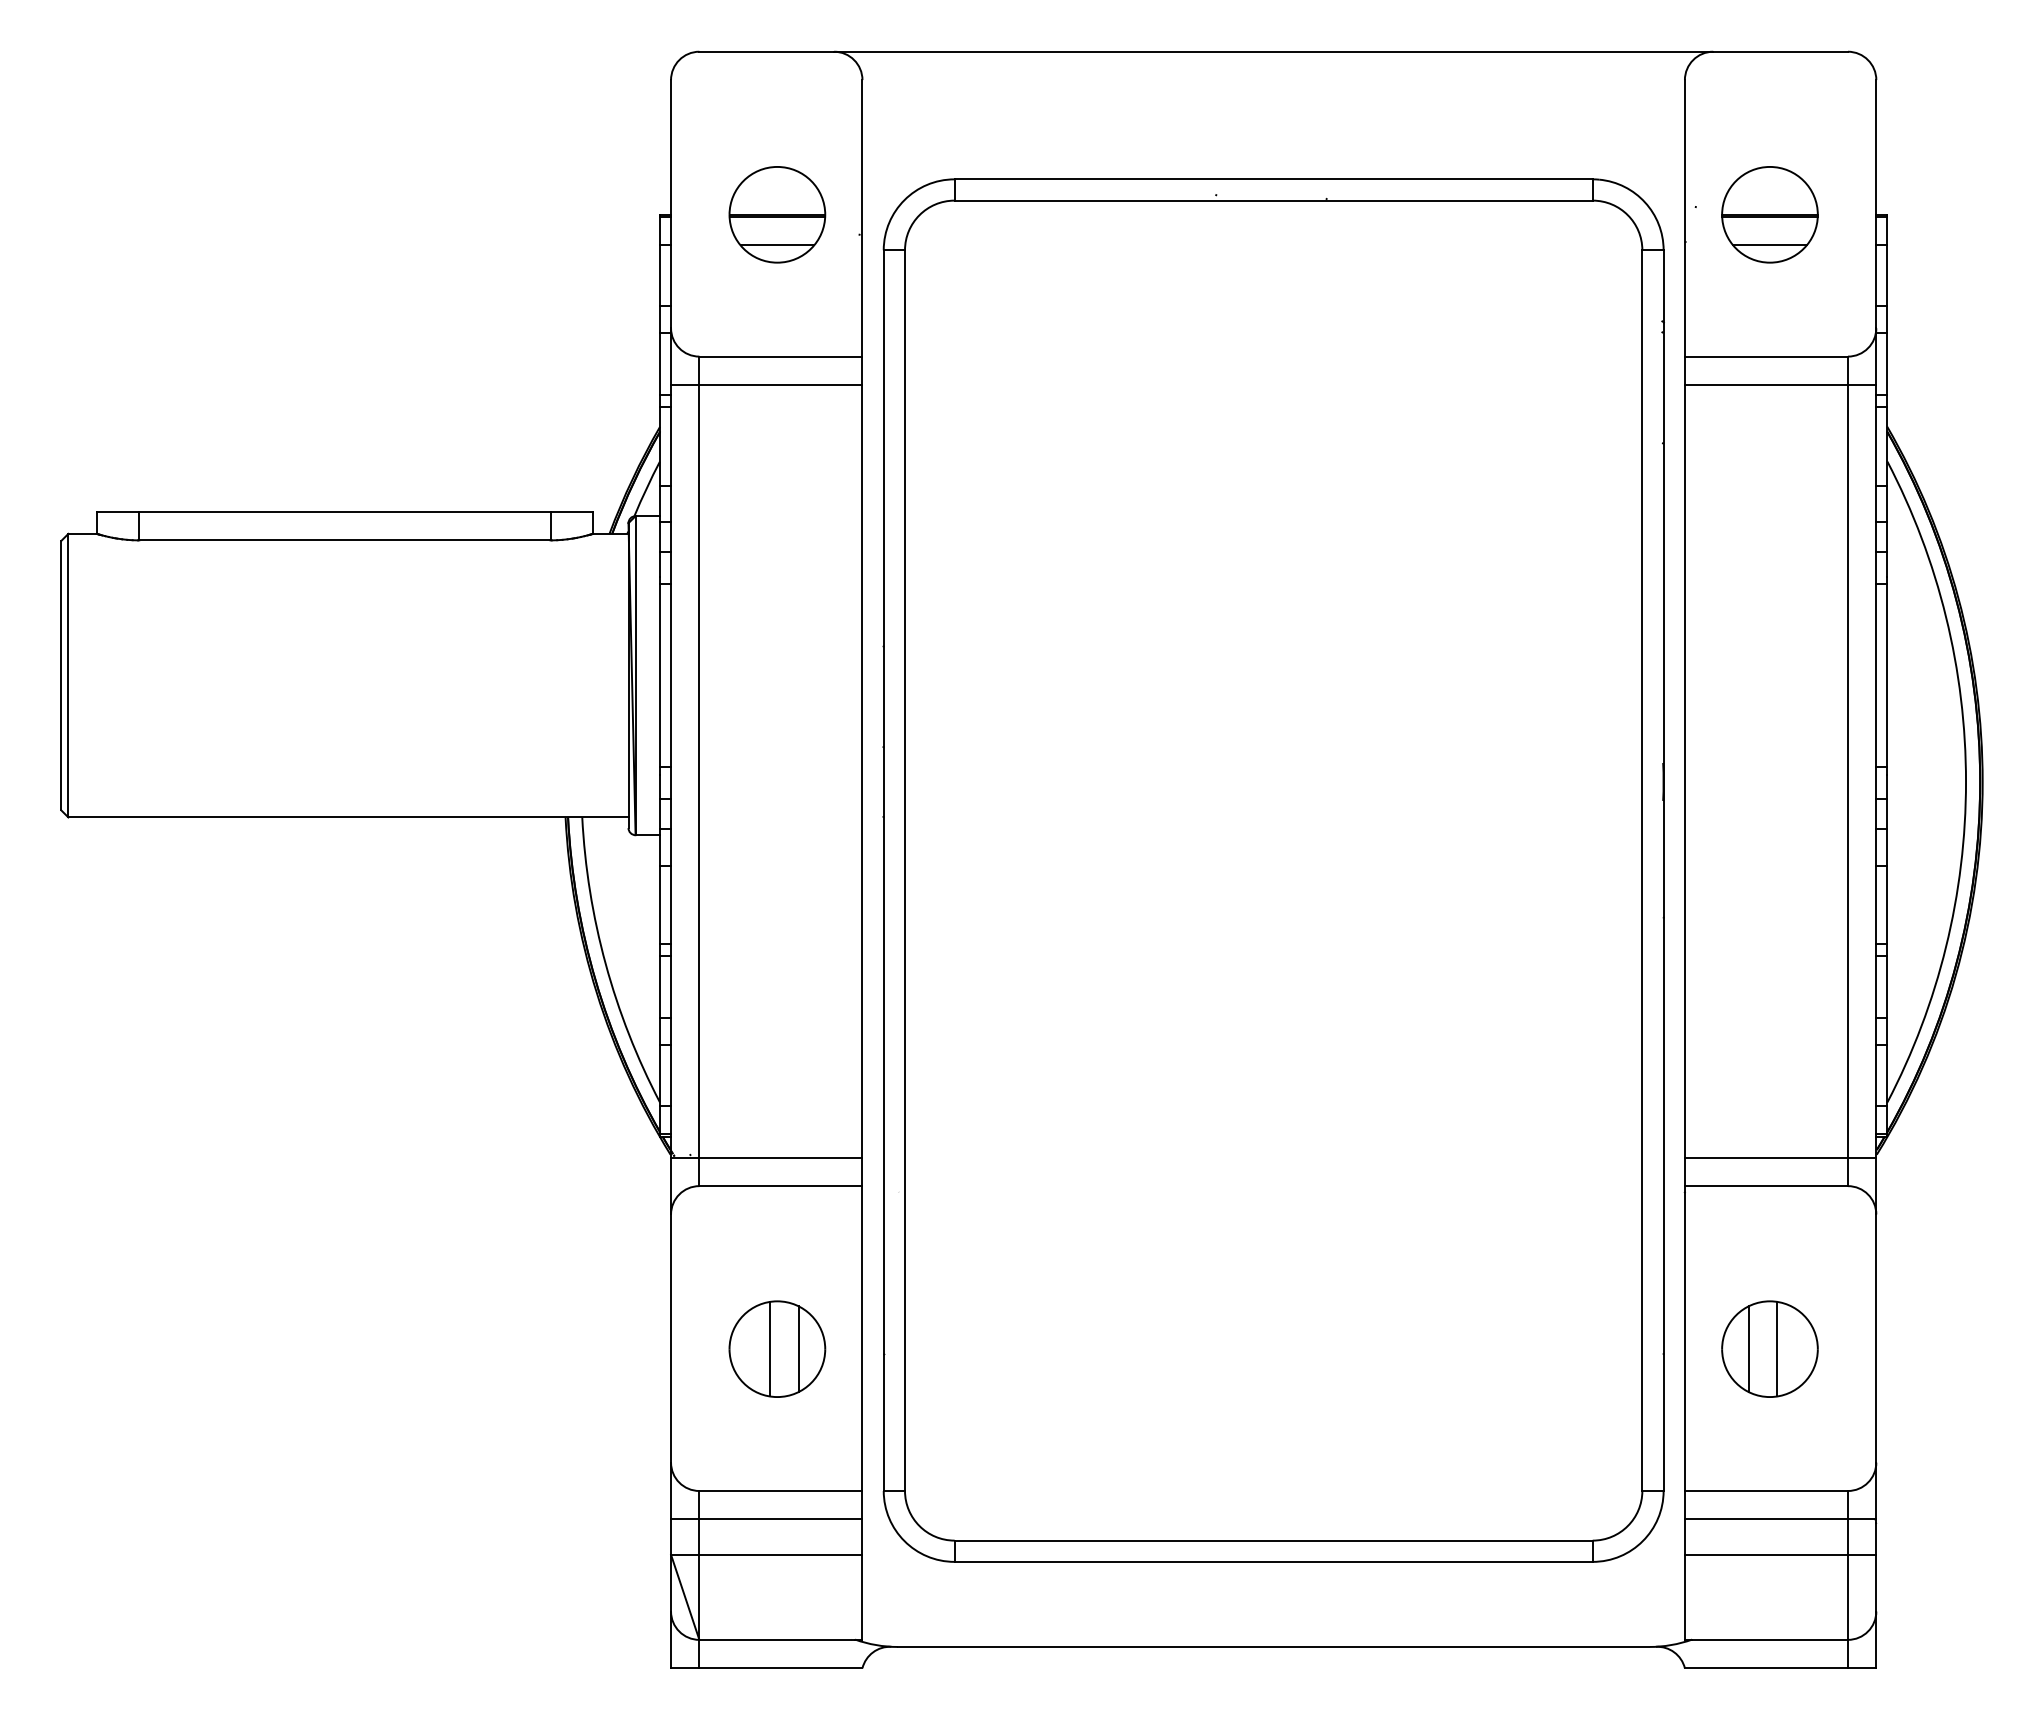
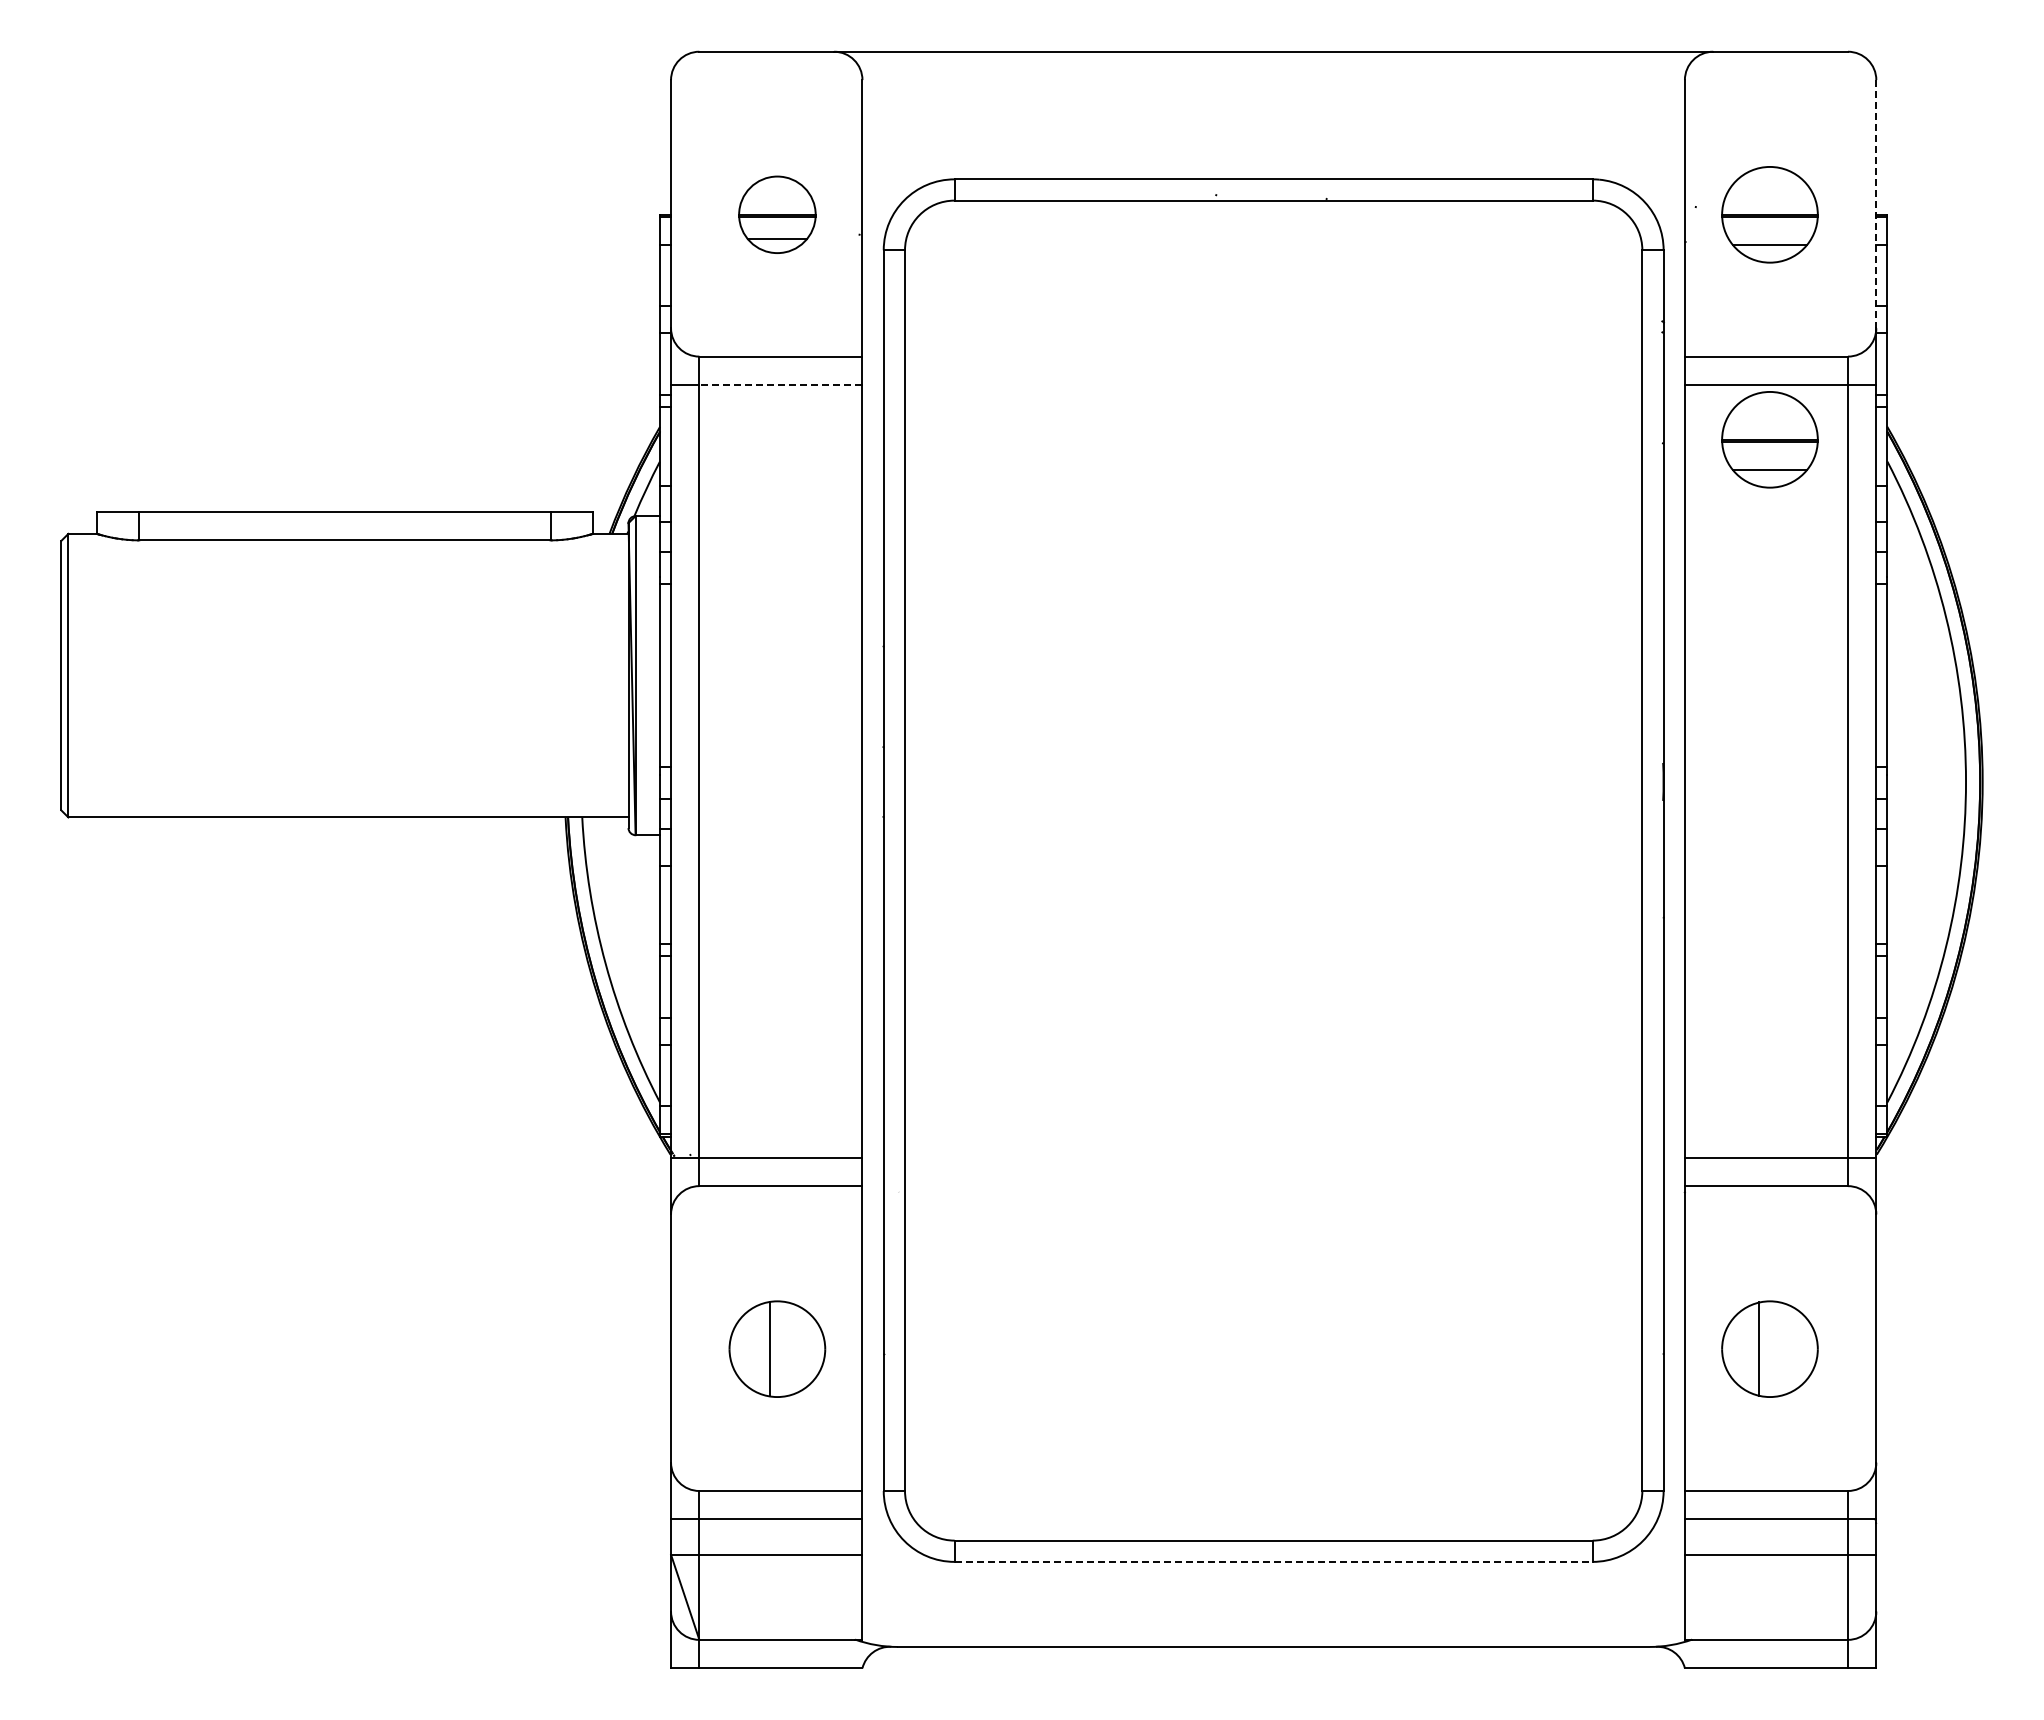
line at (1876, 204): solid -> dashed
part at (777, 214) size: 99x98 px -> 79x79 px
line at (780, 384): solid -> dashed
part at (1769, 439): none -> present
line at (1777, 1348) position: (1777, 1348) -> (1759, 1348)
line at (798, 1349): present -> none
line at (1748, 1349): present -> none
line at (1273, 1561): solid -> dashed
